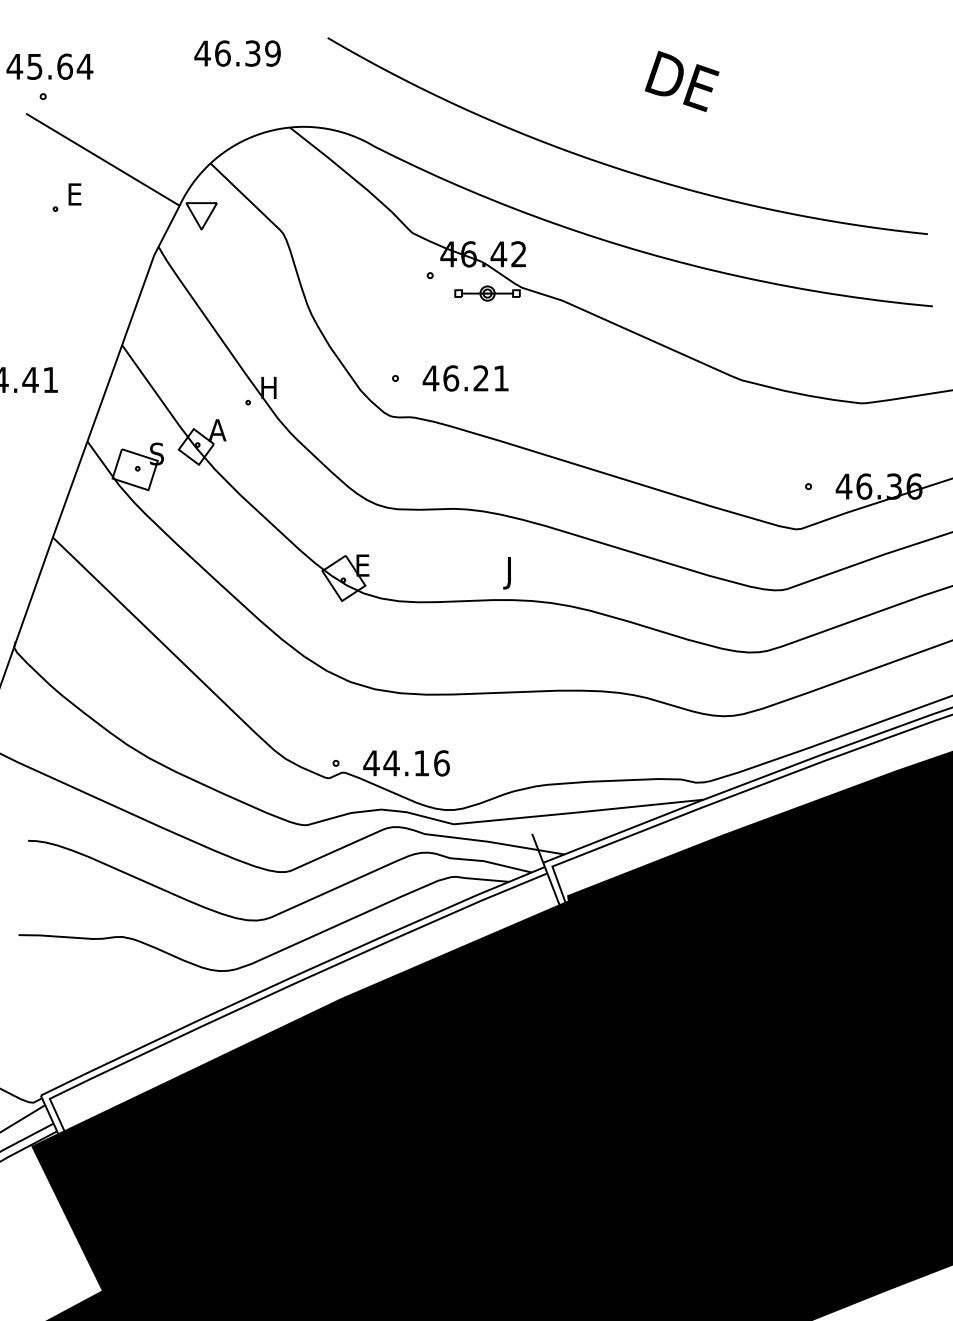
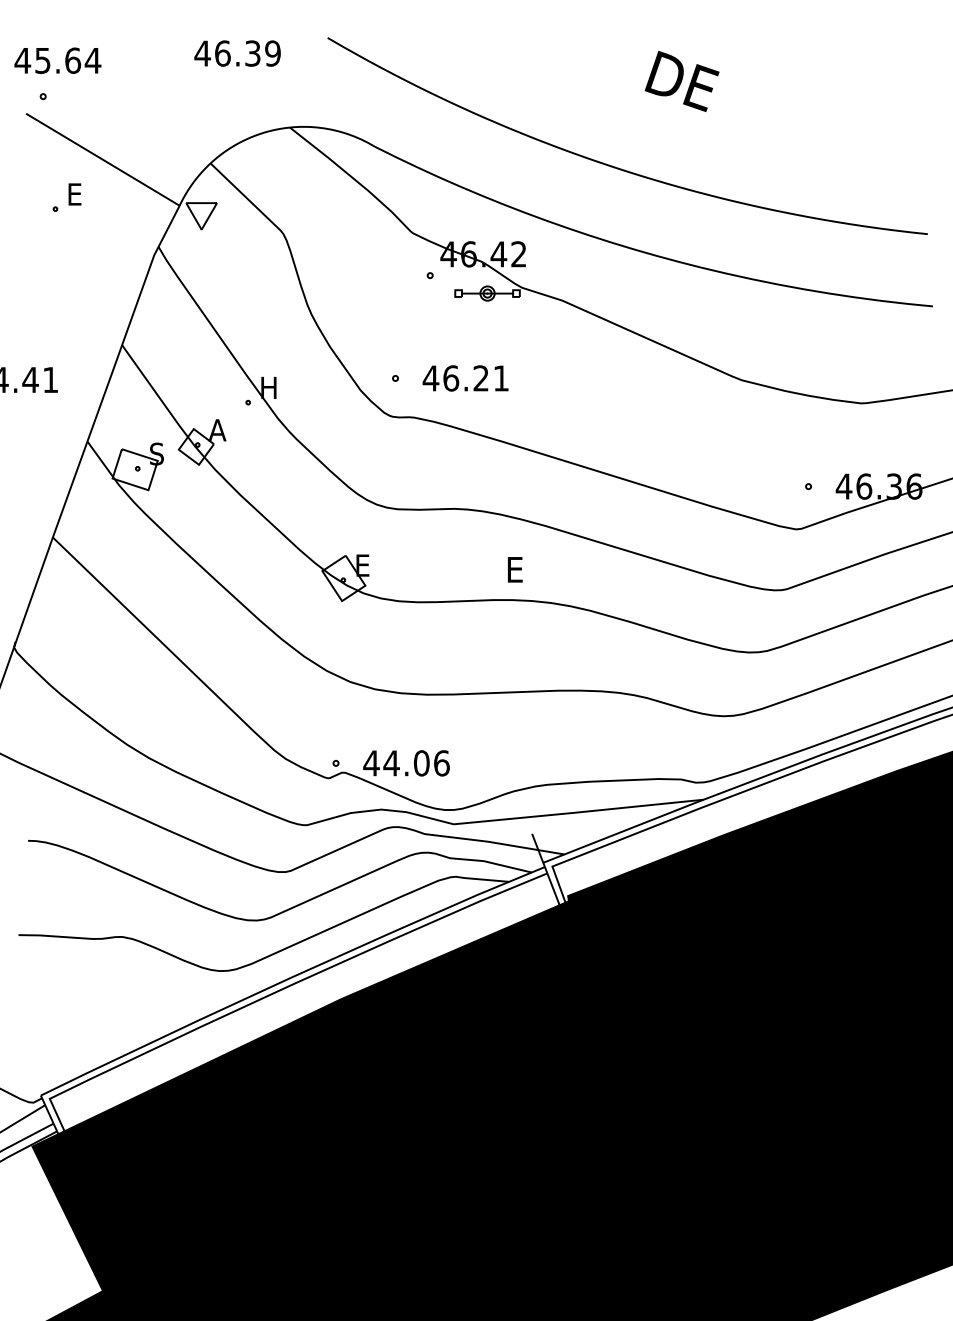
text at (49, 66) position: (49, 66) -> (57, 60)
text at (512, 573): J -> E
text at (421, 763): 44.16 -> 44.06
